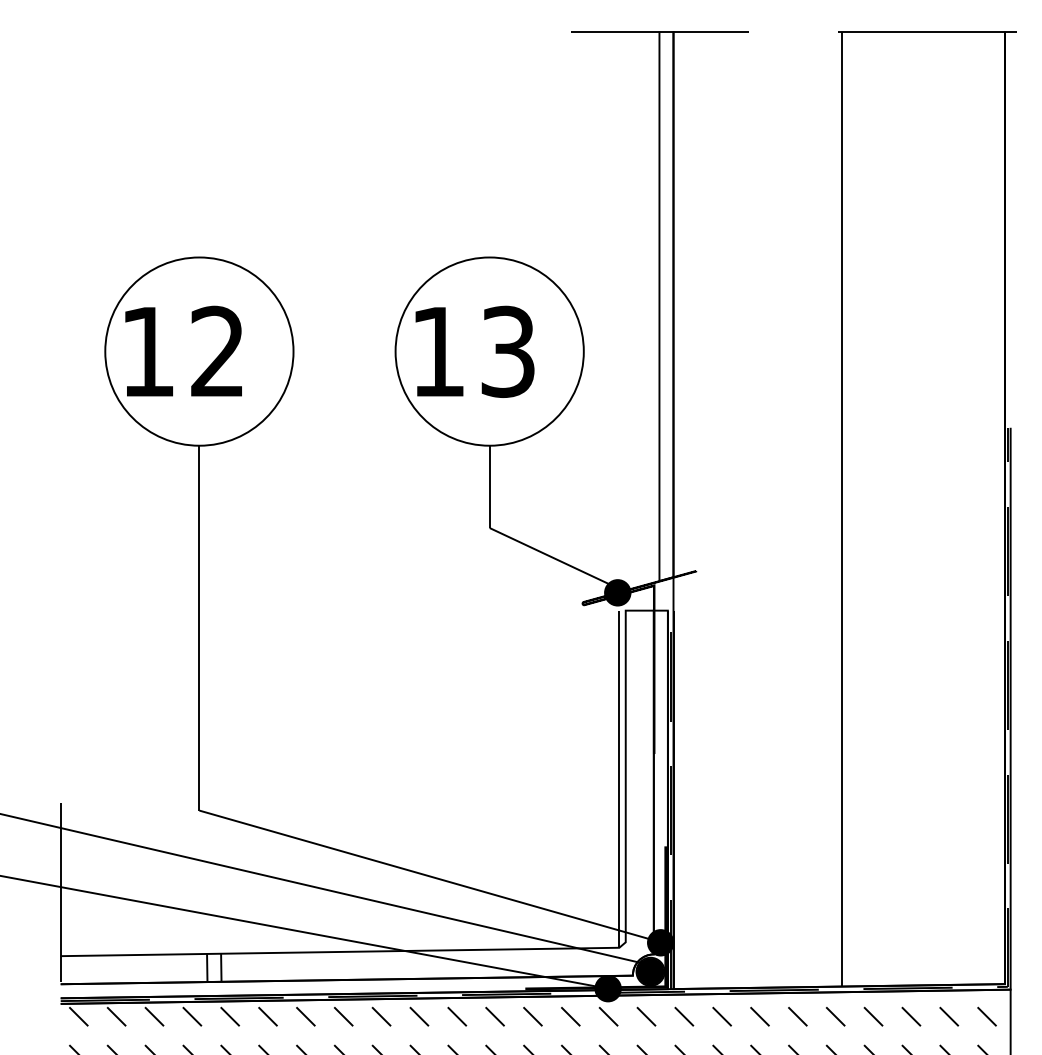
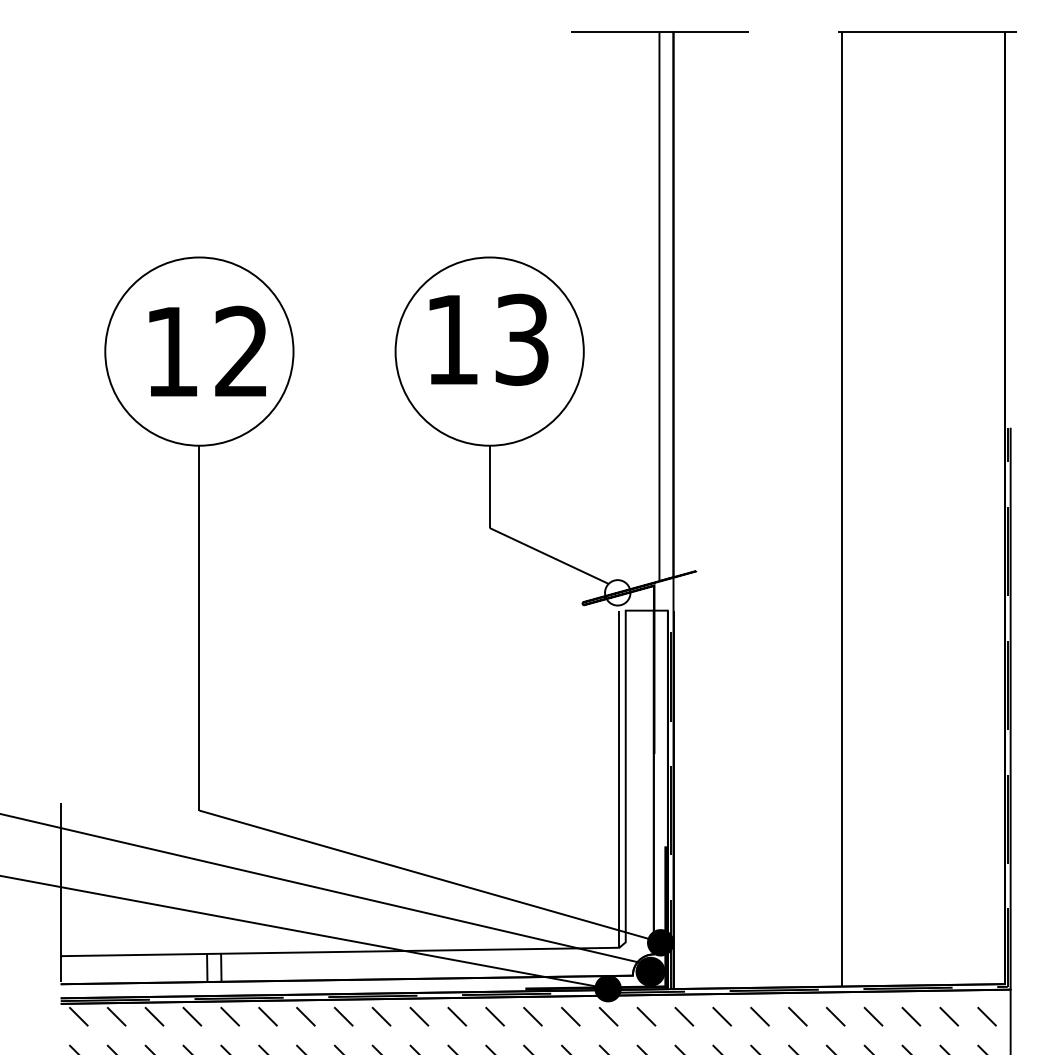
text at (183, 350) position: (183, 350) -> (207, 350)
text at (474, 351) position: (474, 351) -> (488, 339)
fill at (617, 592): present -> none
